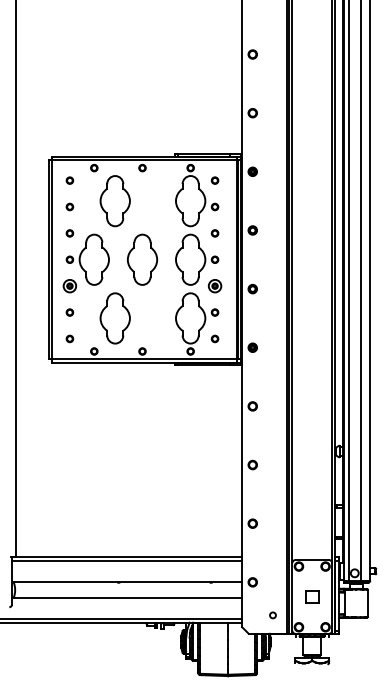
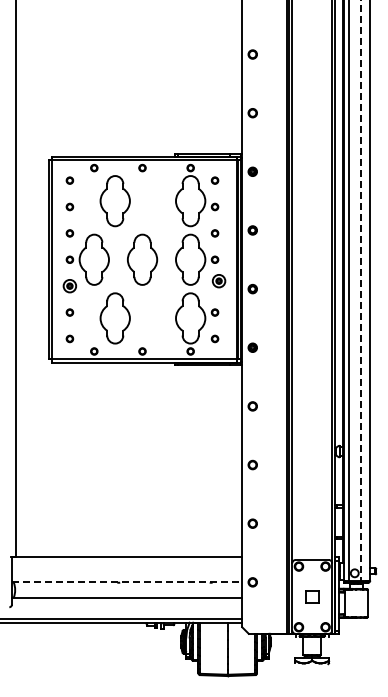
part at (214, 286) position: (214, 286) -> (218, 281)
line at (361, 290): solid -> dashed
line at (126, 561): present -> none
line at (127, 582): solid -> dashed
circle at (272, 615): present -> none
